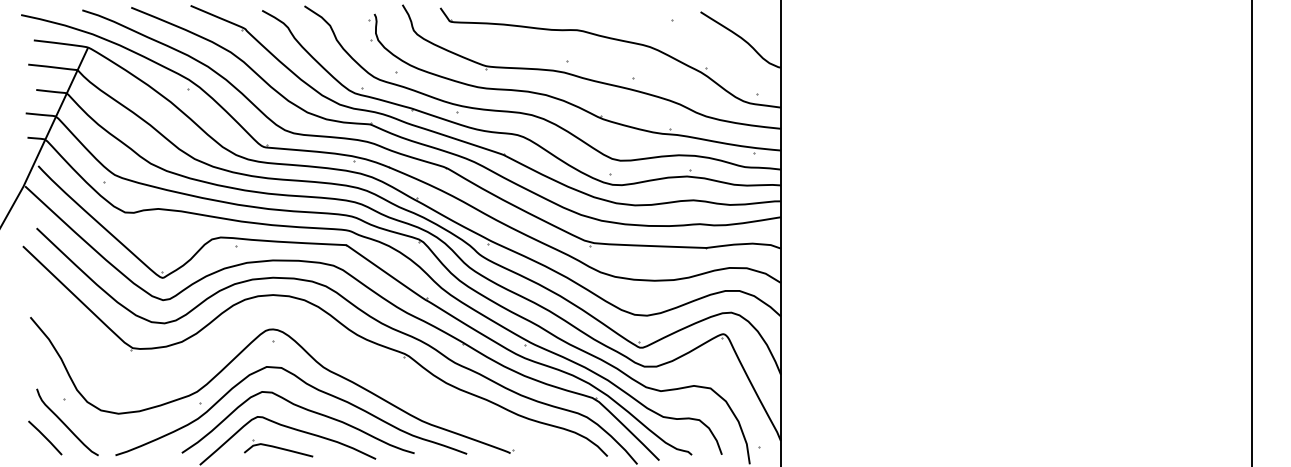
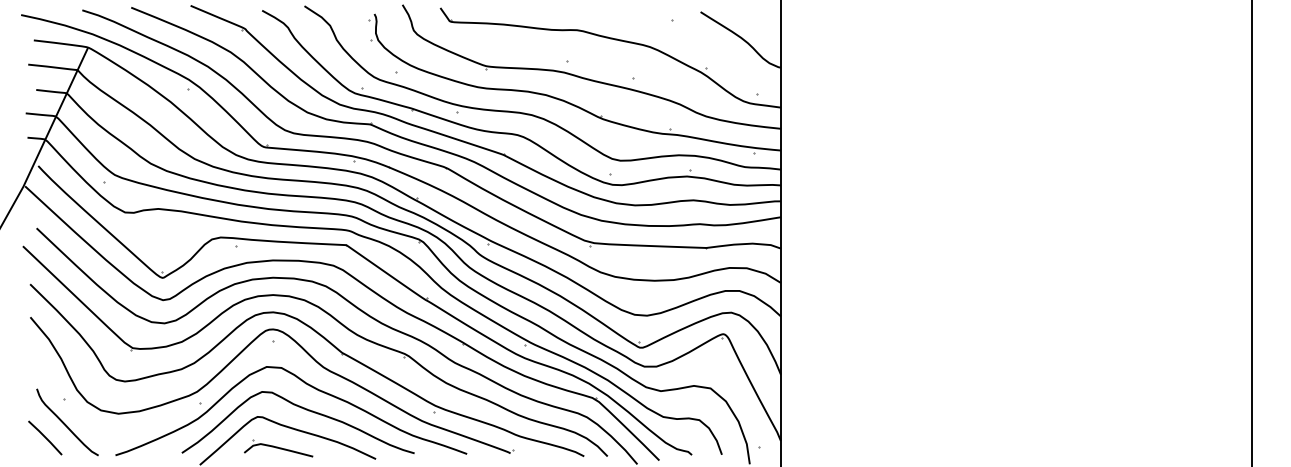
part at (326, 341): none -> present
